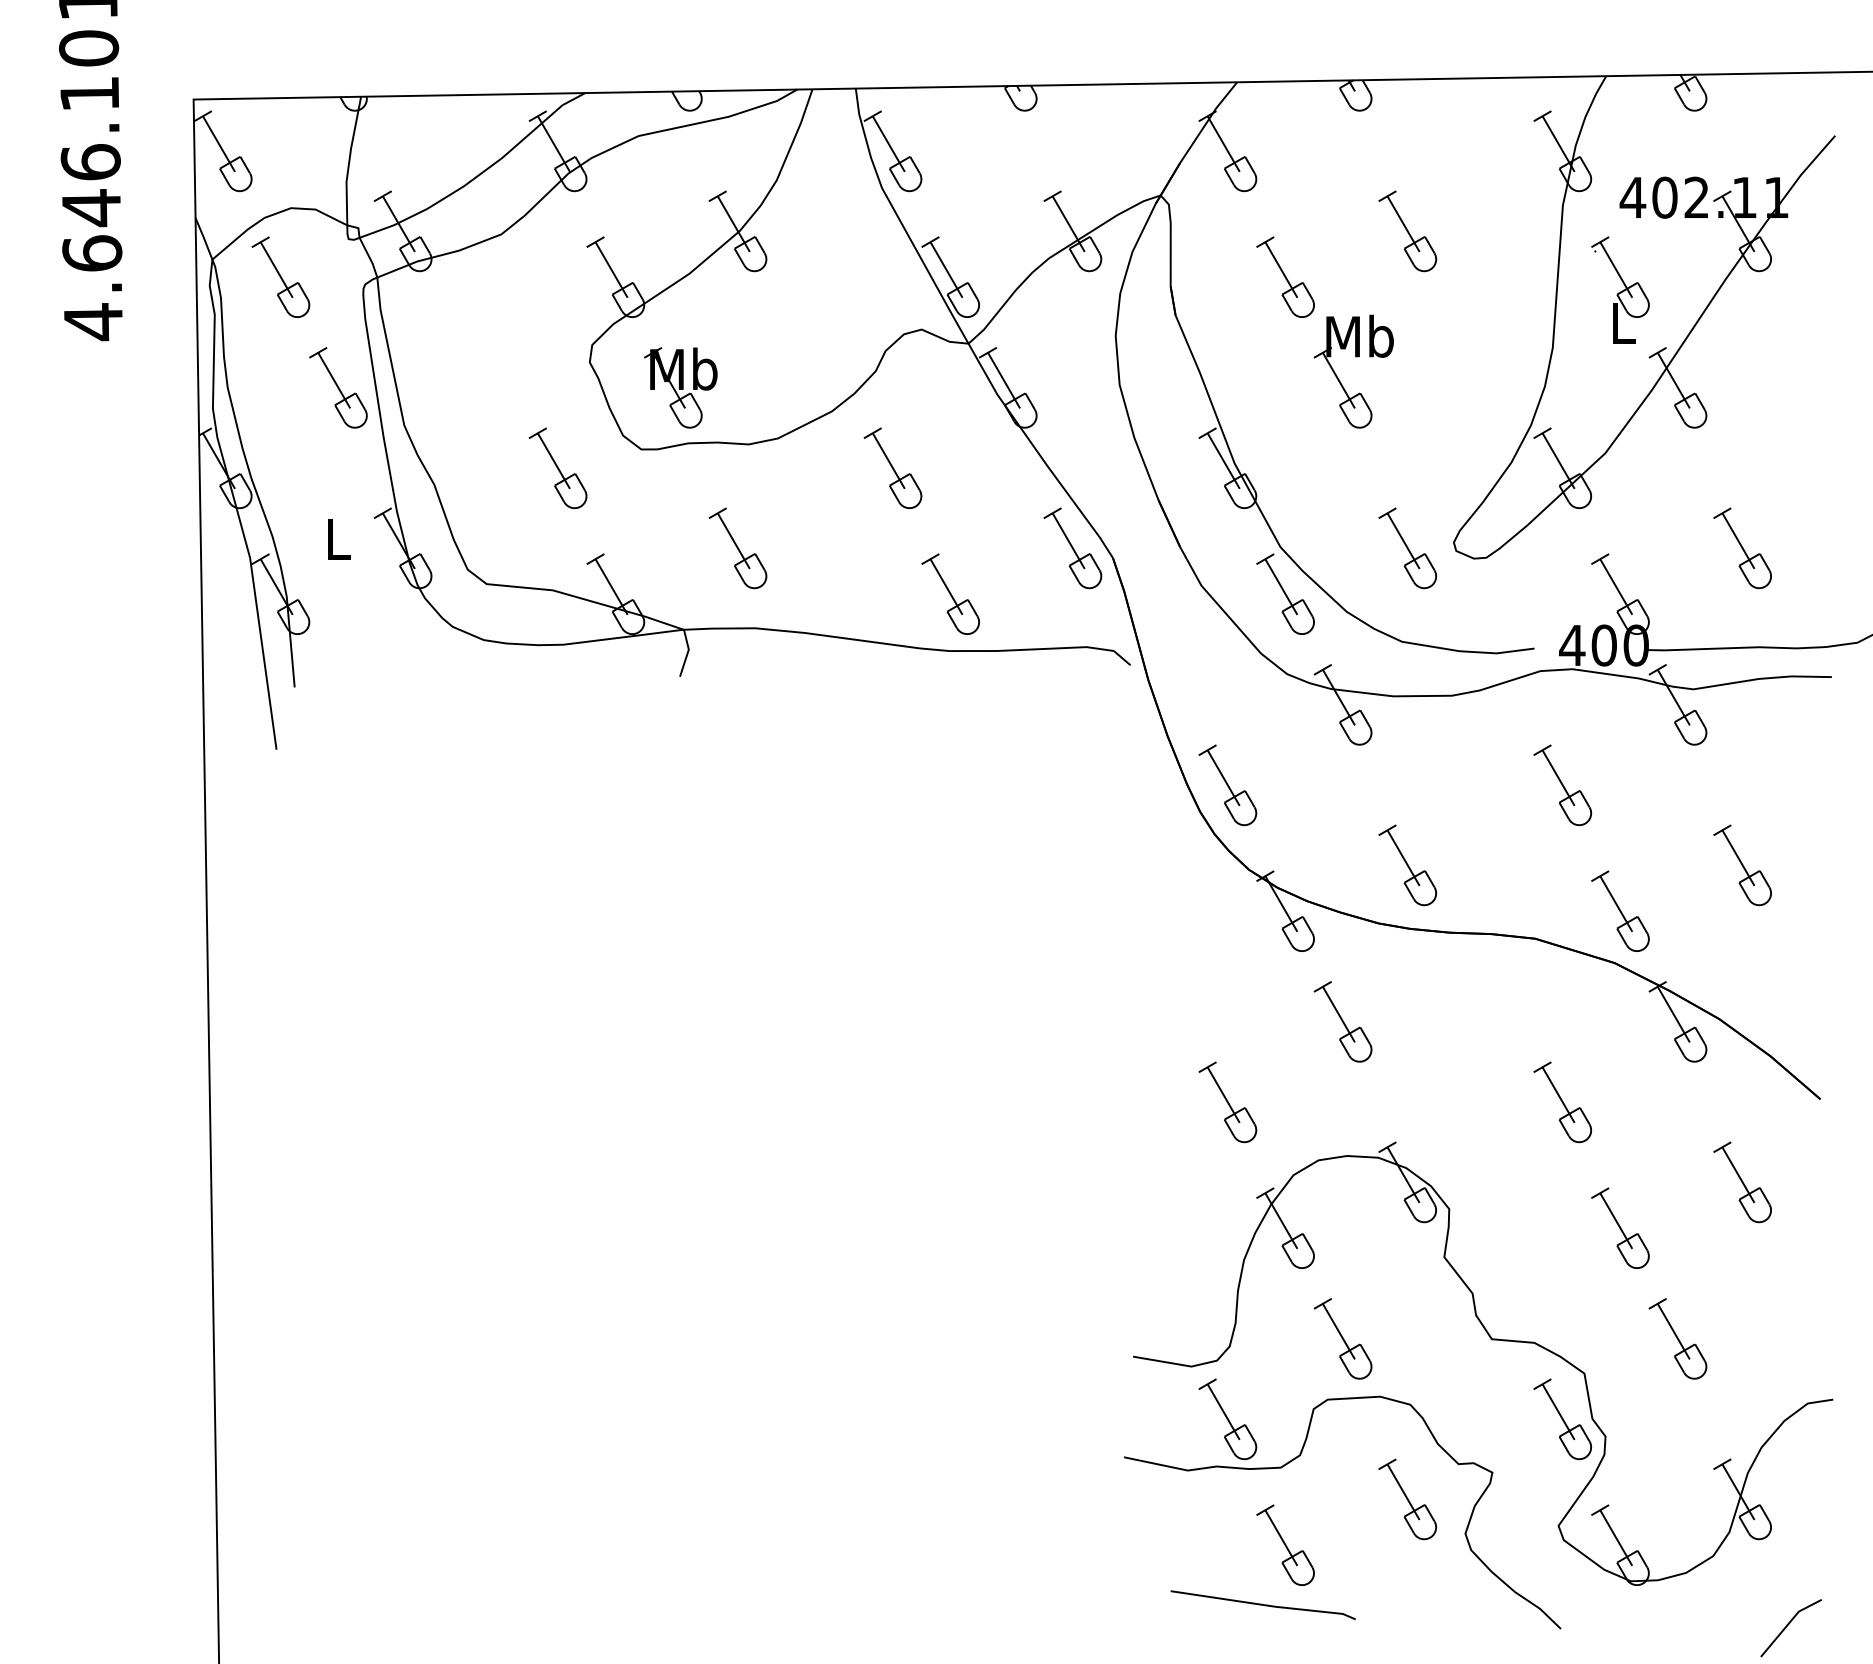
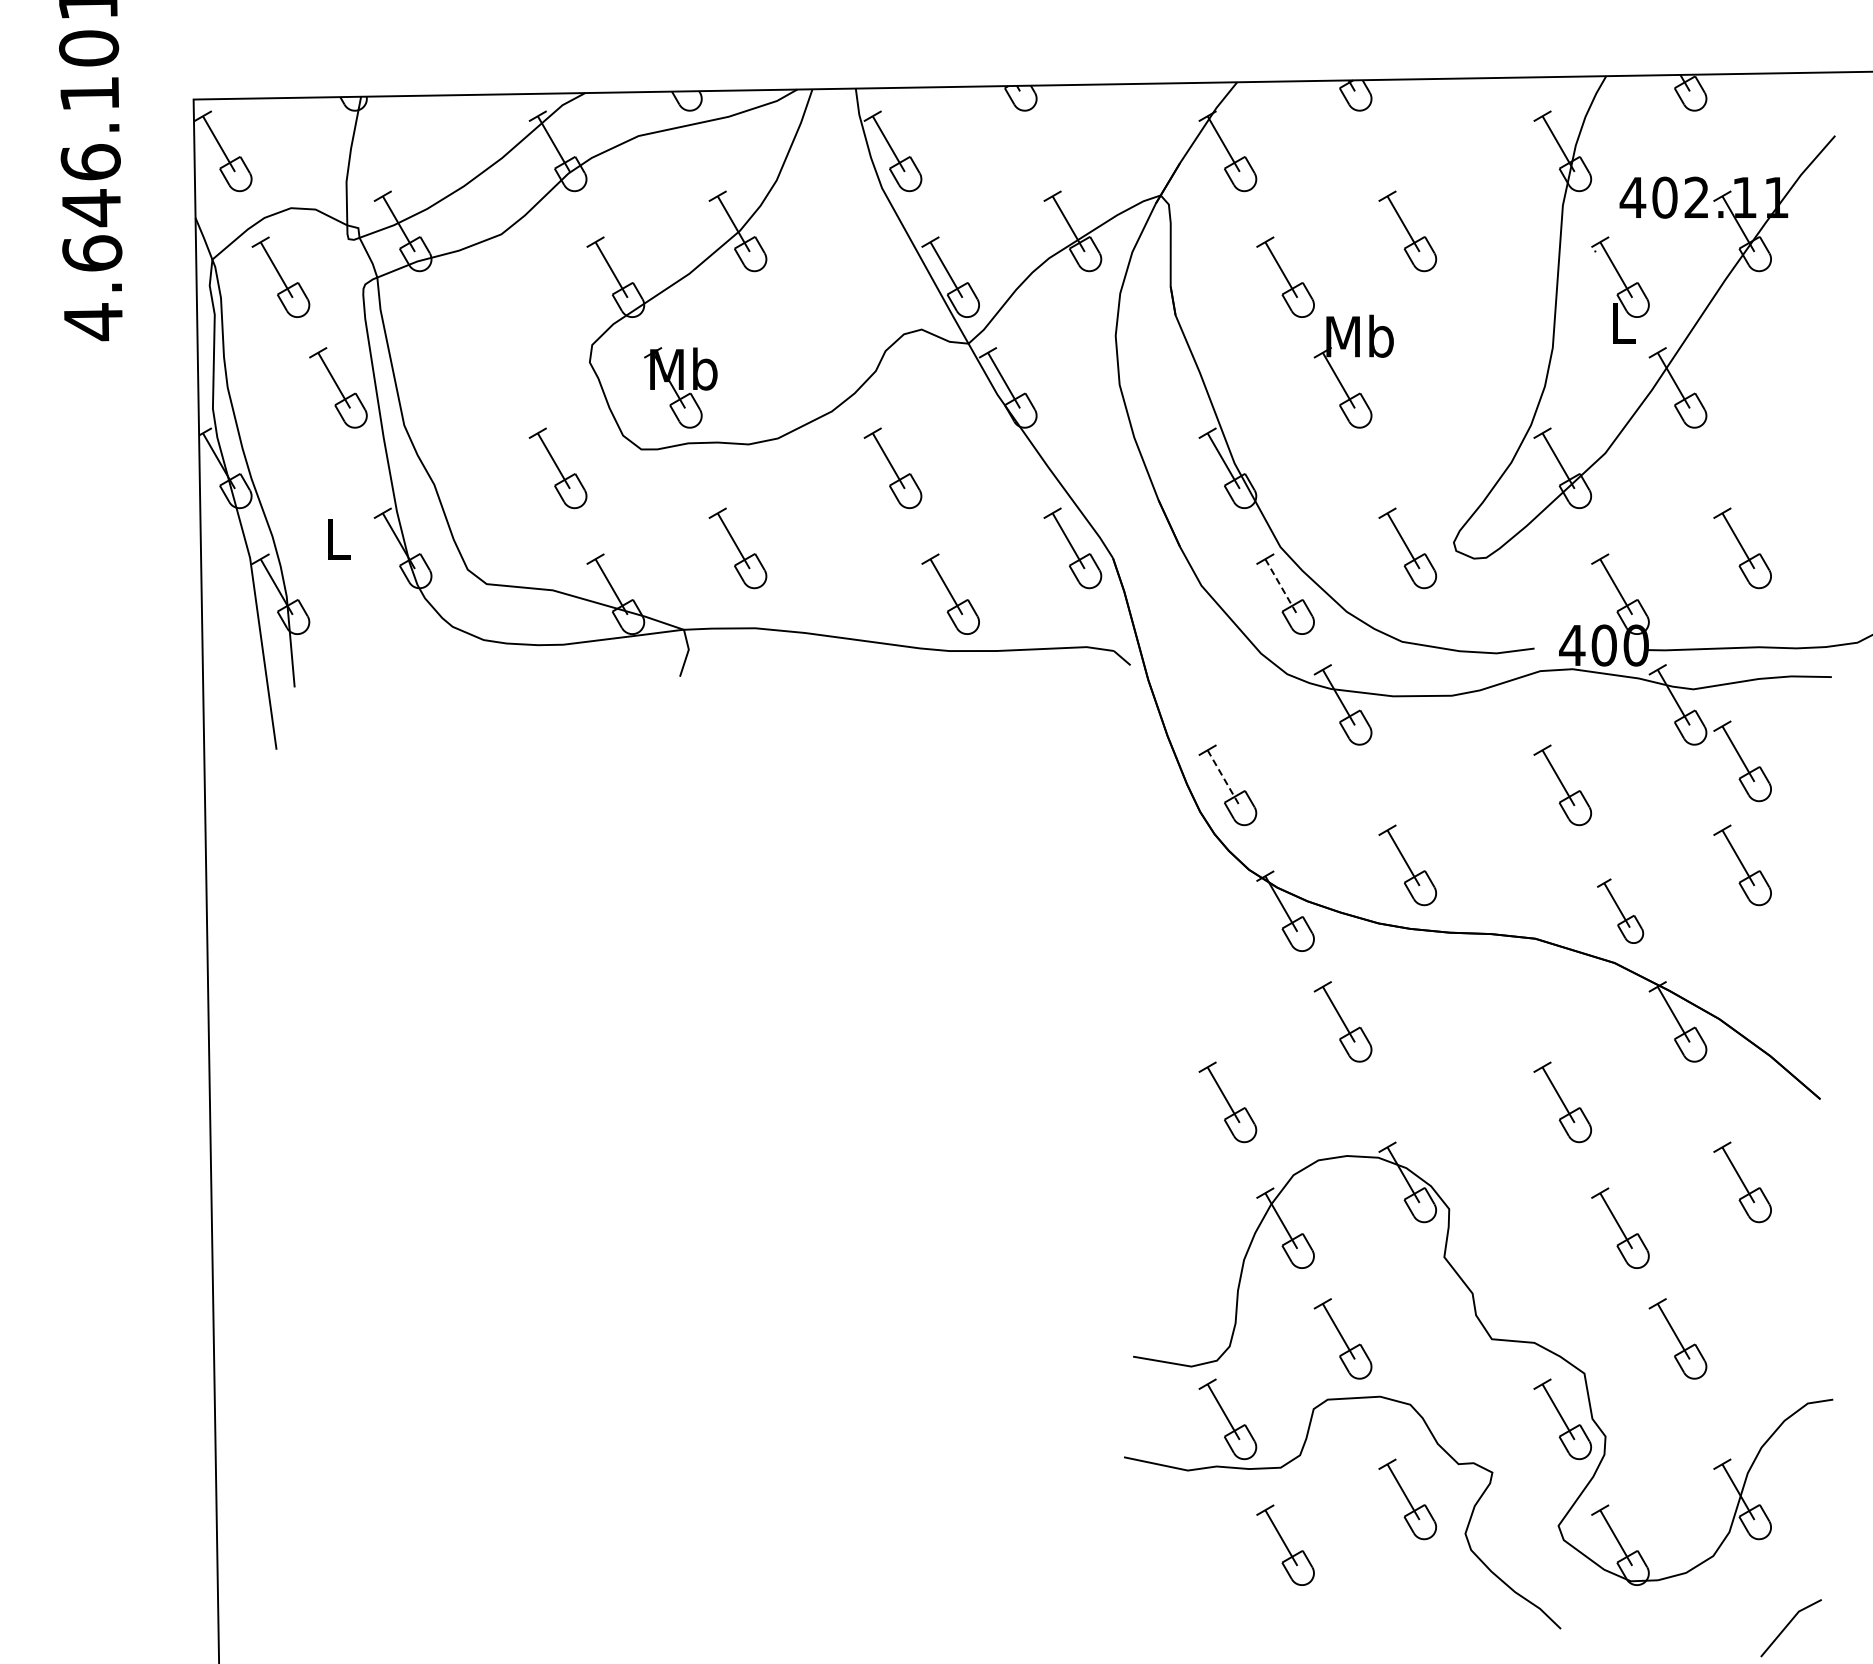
line at (1281, 587): solid -> dashed
part at (1742, 761): none -> present
line at (1223, 778): solid -> dashed
part at (1620, 910) size: 59x82 px -> 48x66 px
line at (1262, 1605): present -> none
